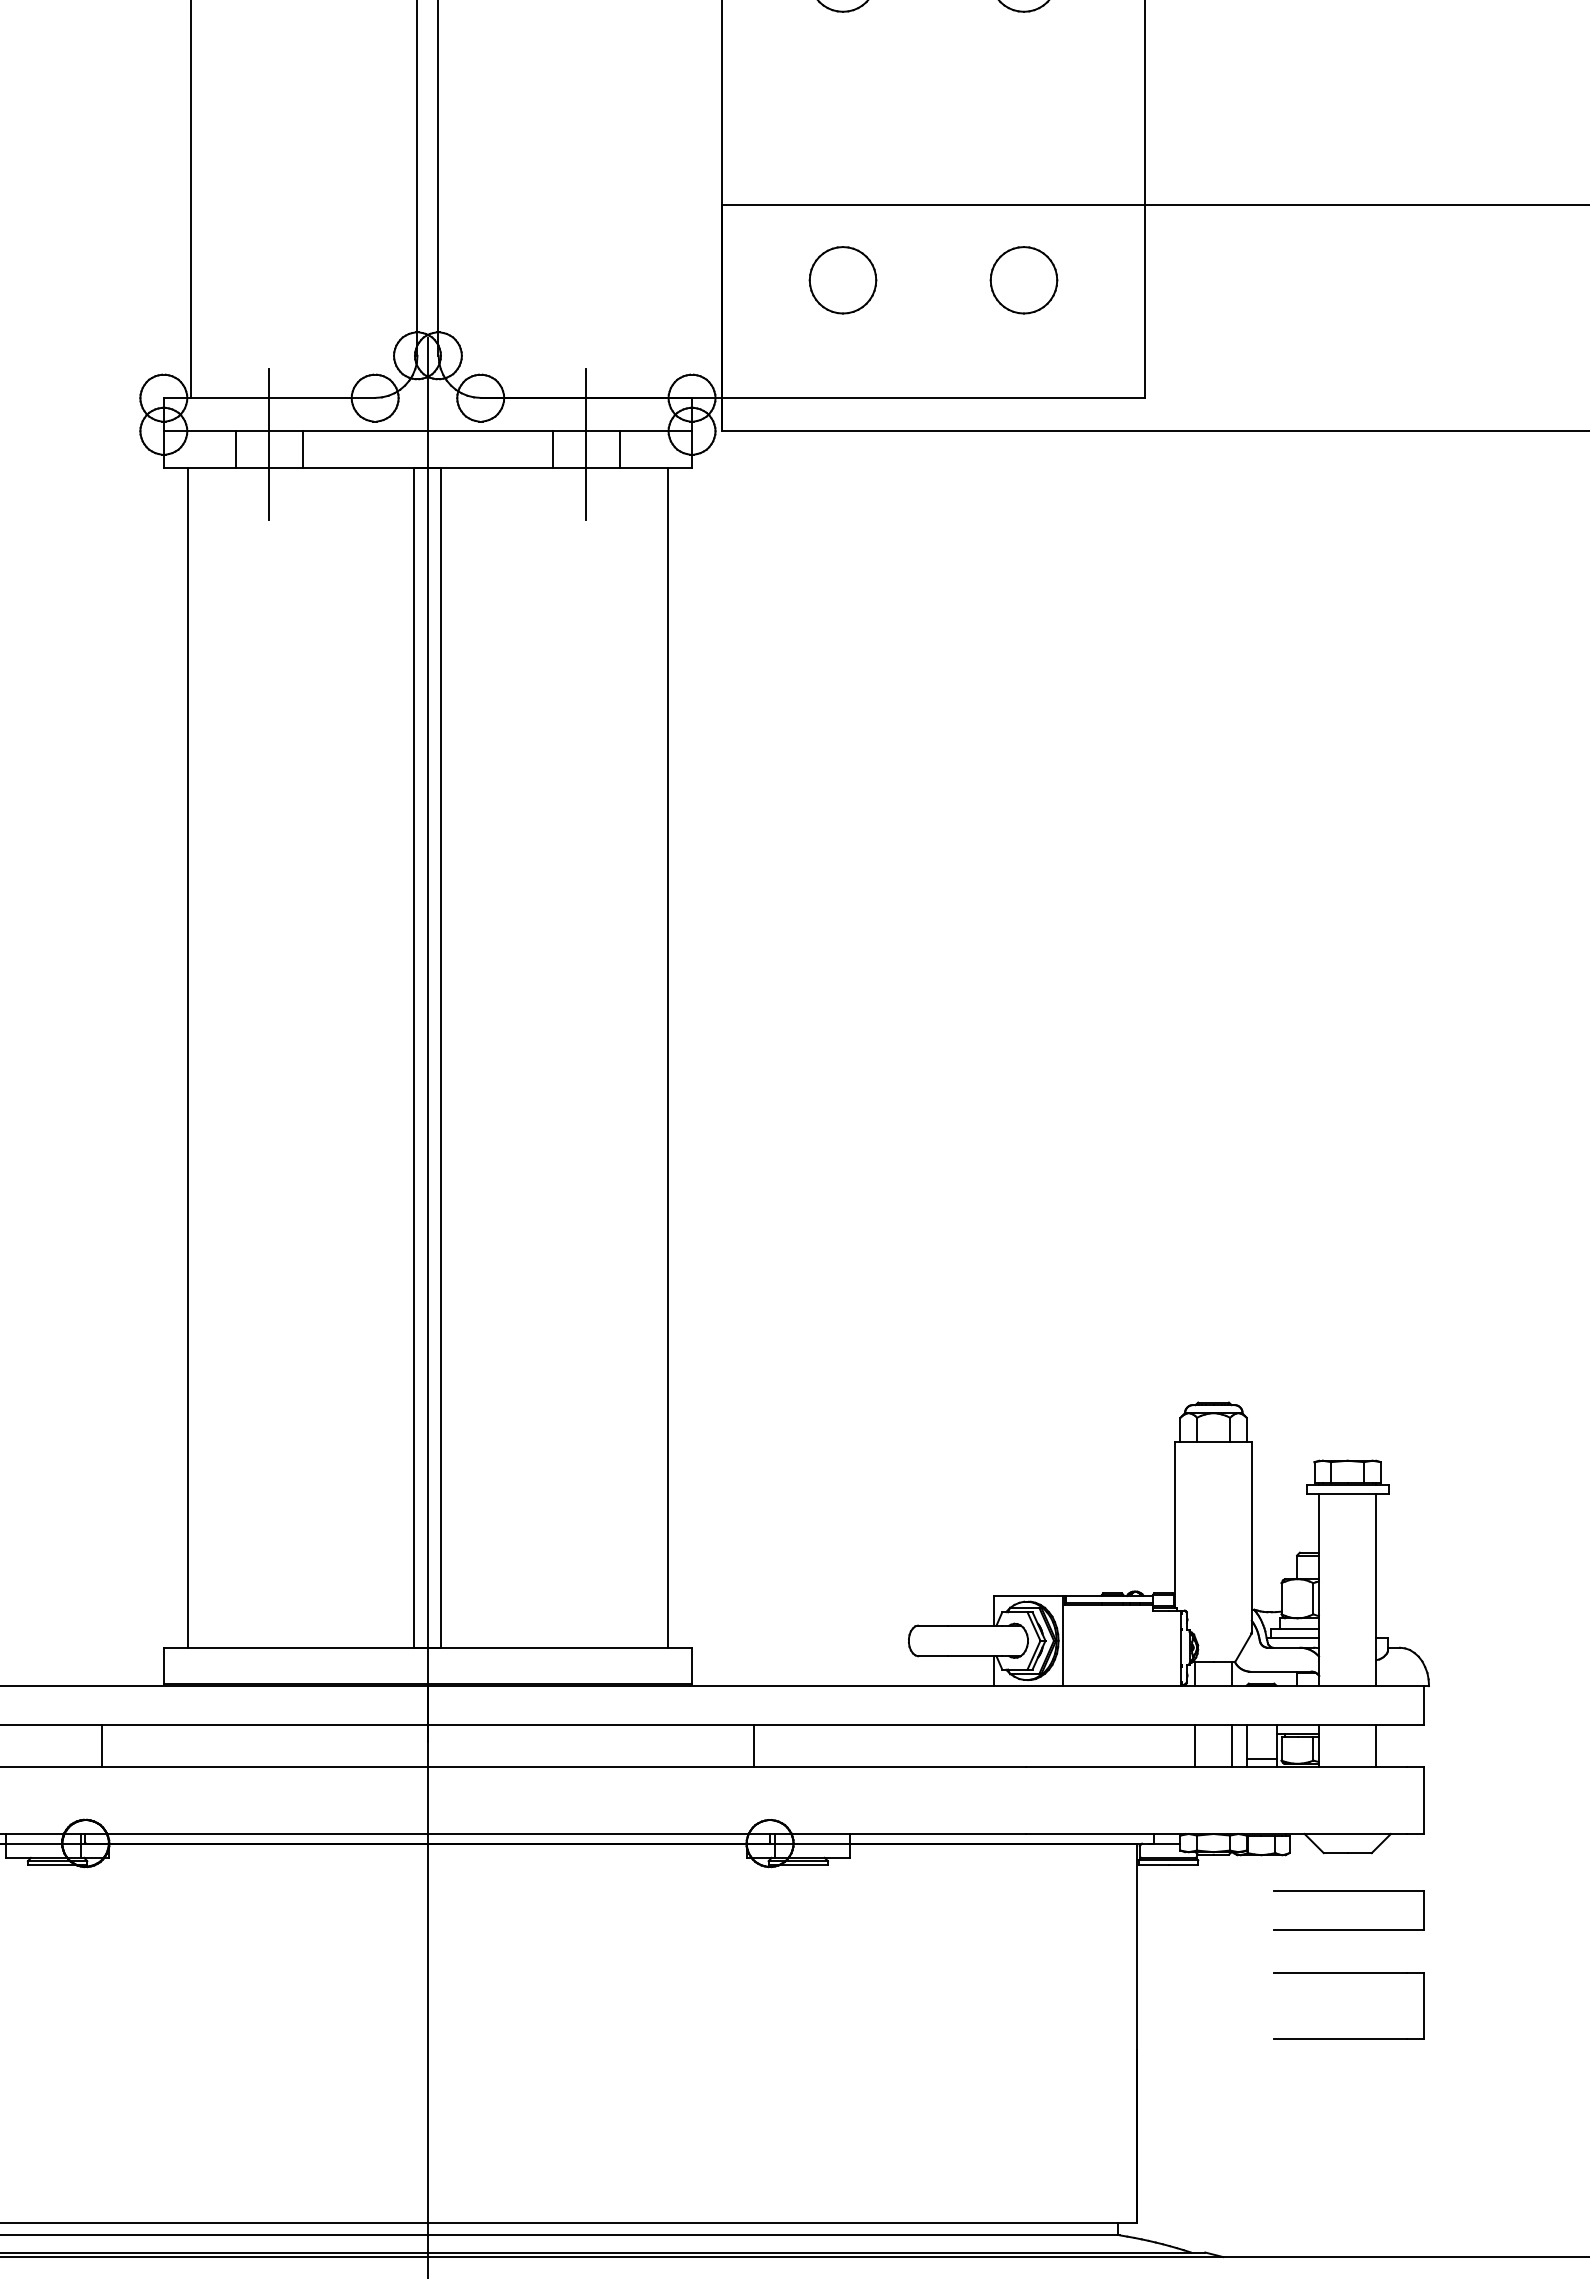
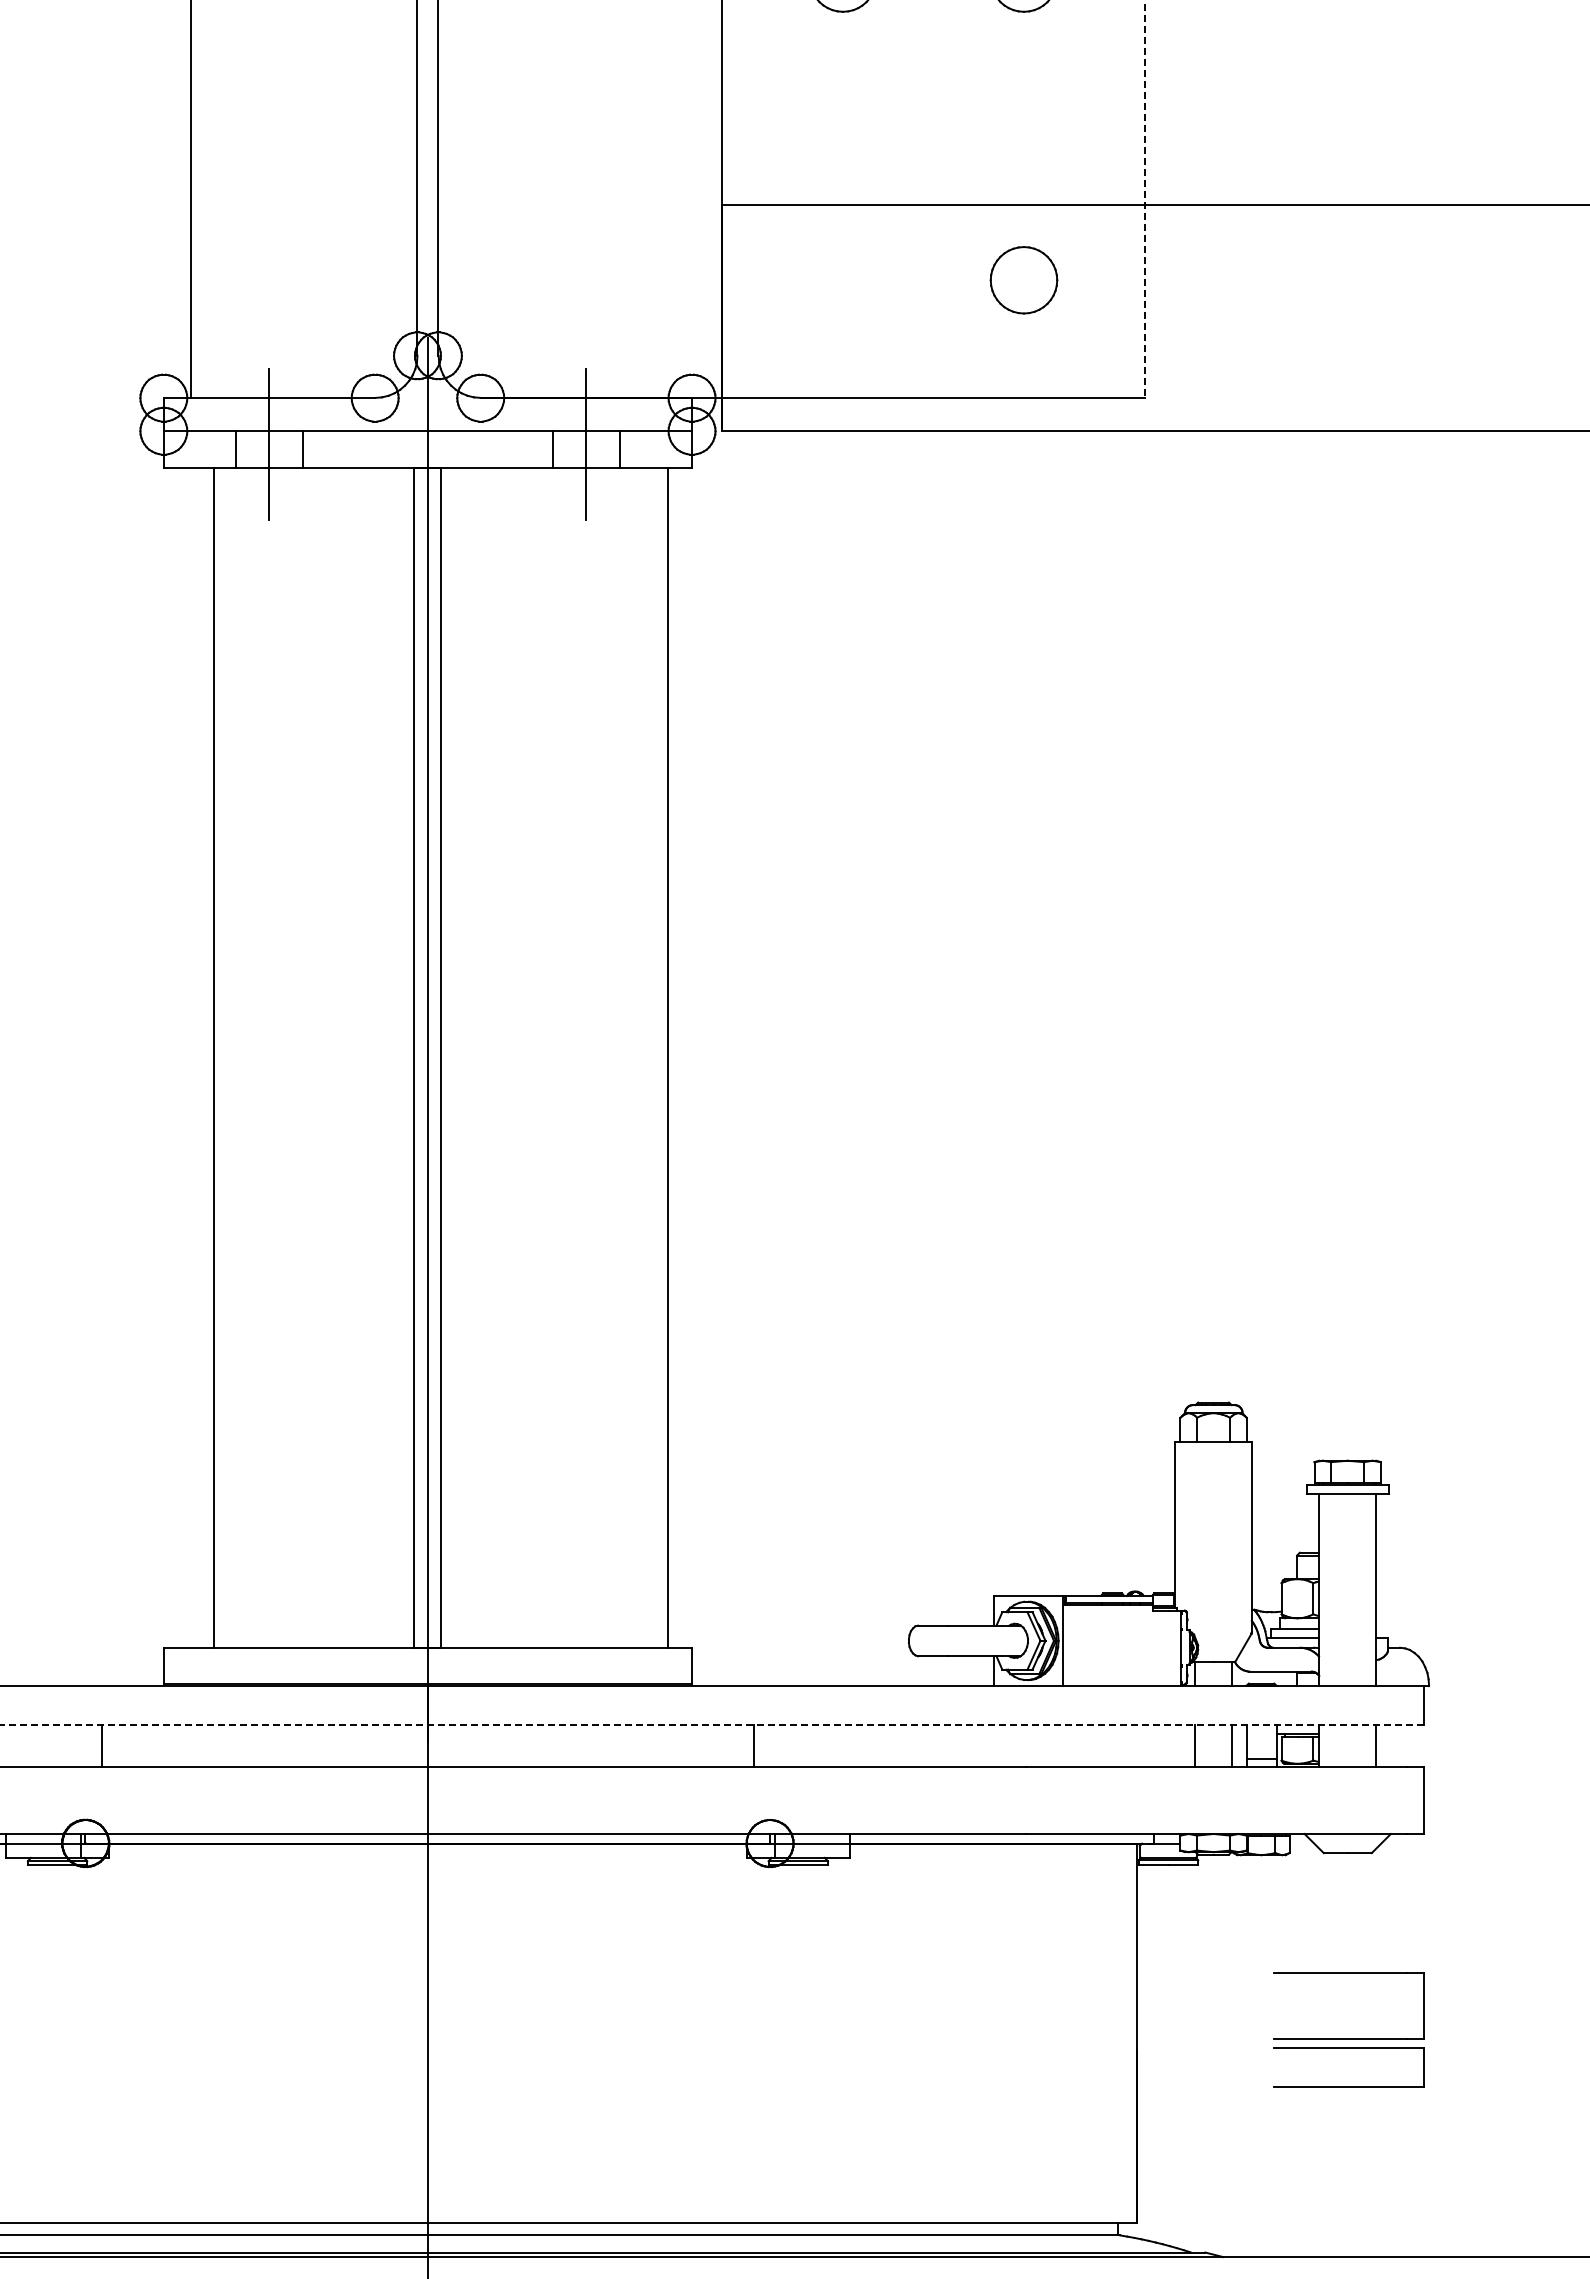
line at (1144, 199): solid -> dashed
part at (842, 280): present -> none
line at (188, 1057) position: (188, 1057) -> (214, 1057)
line at (711, 1724): solid -> dashed
part at (1348, 1891) position: (1348, 1891) -> (1348, 2048)
